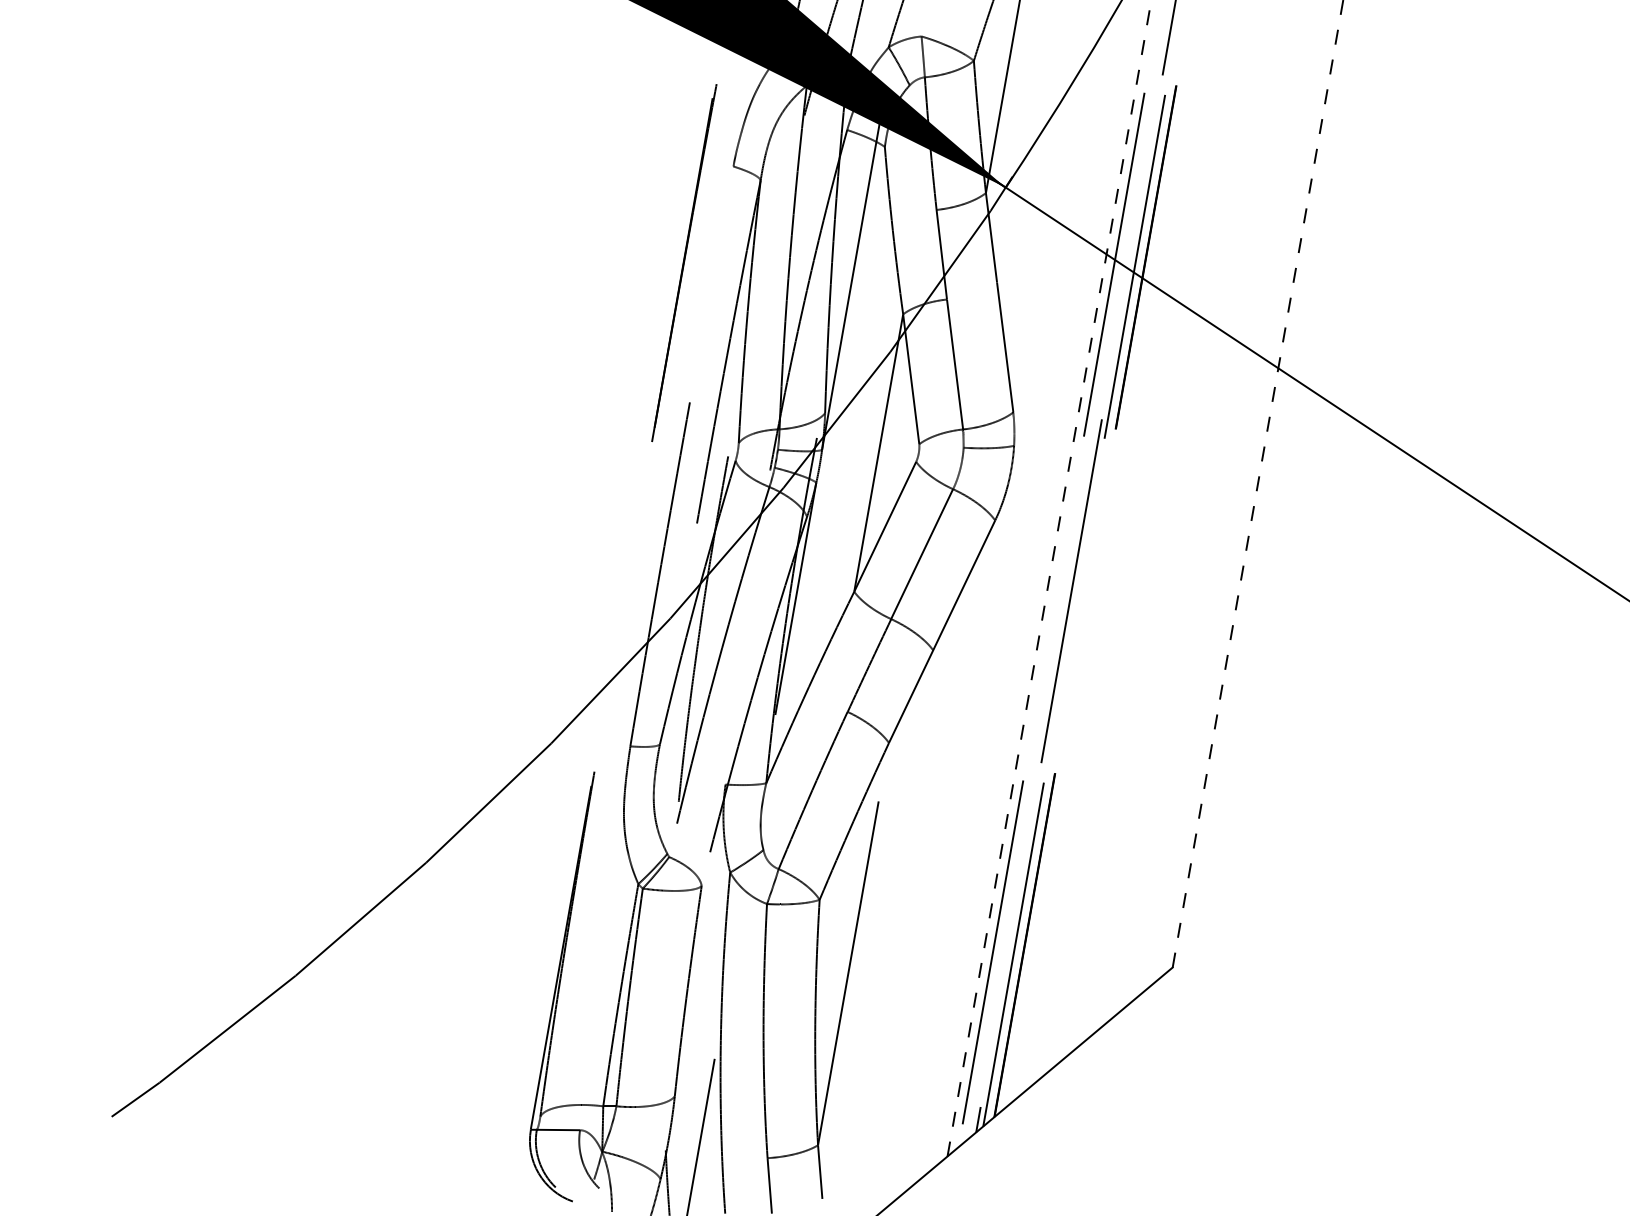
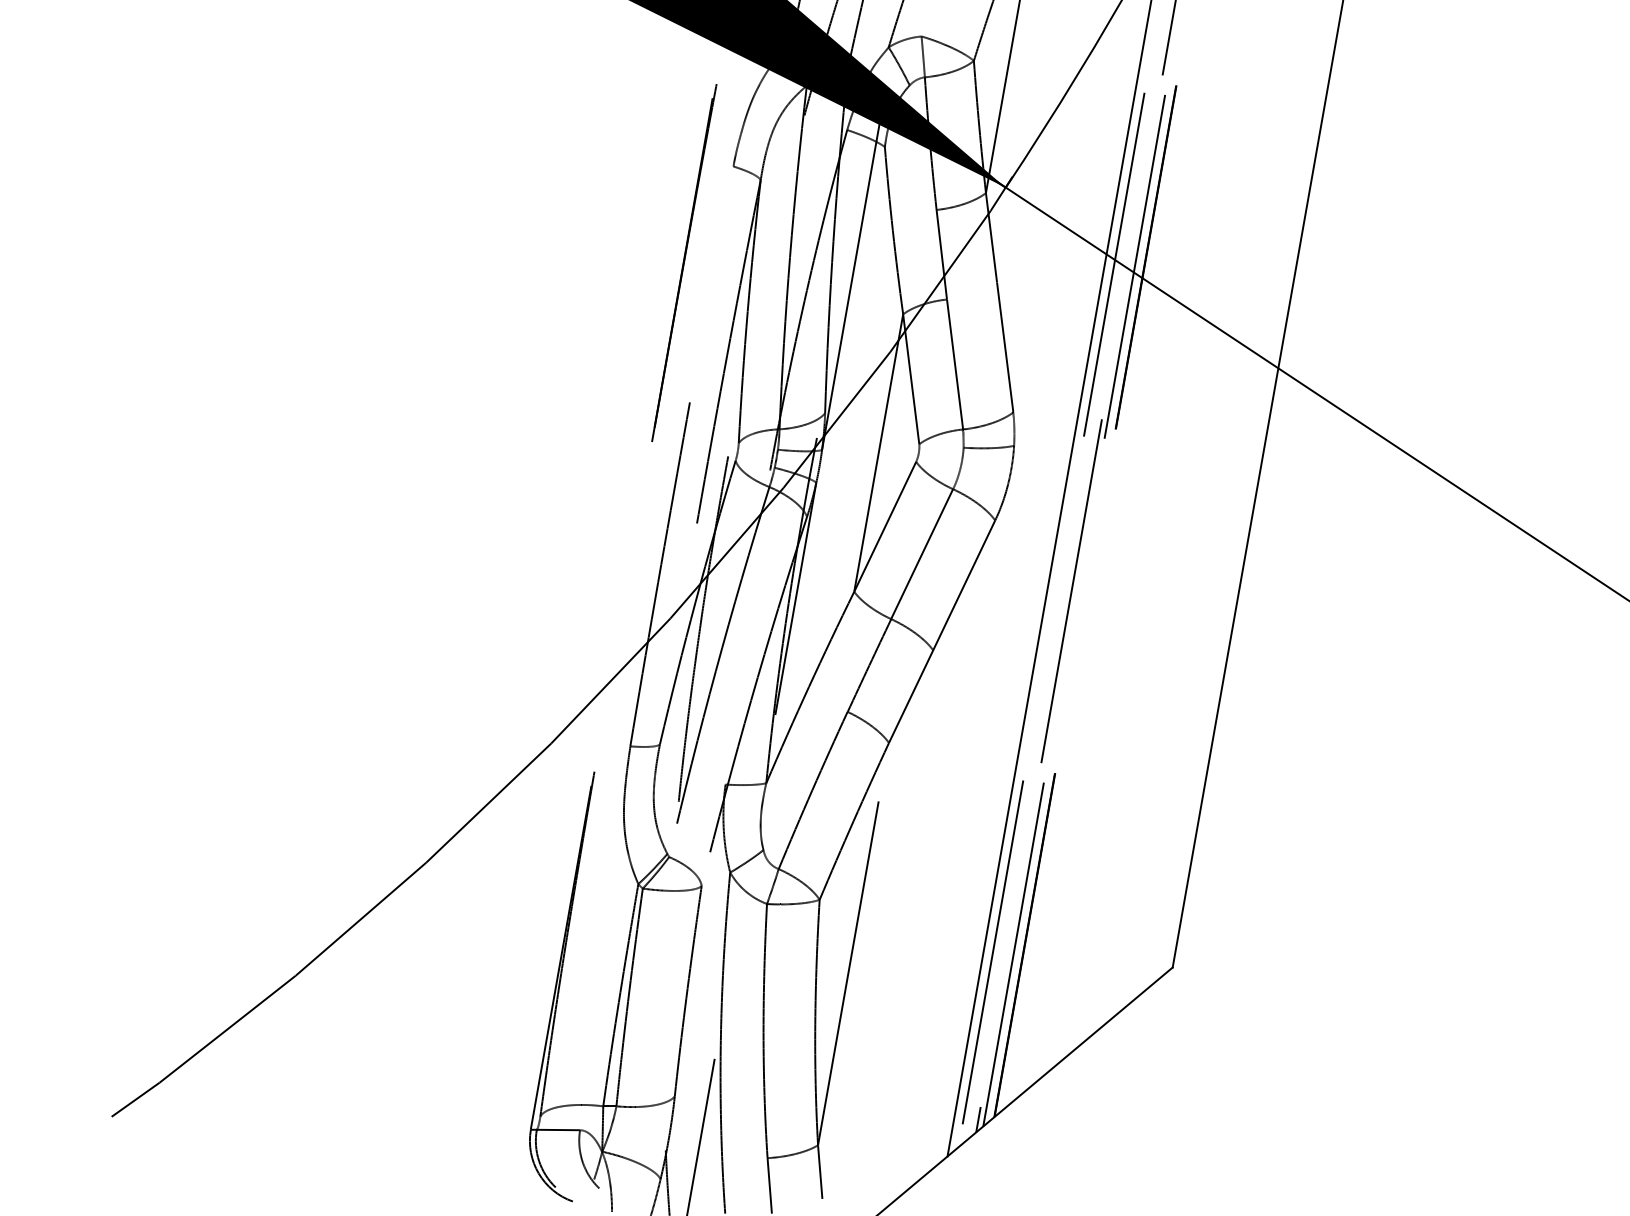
line at (1257, 484): dashed -> solid
line at (1049, 578): dashed -> solid
